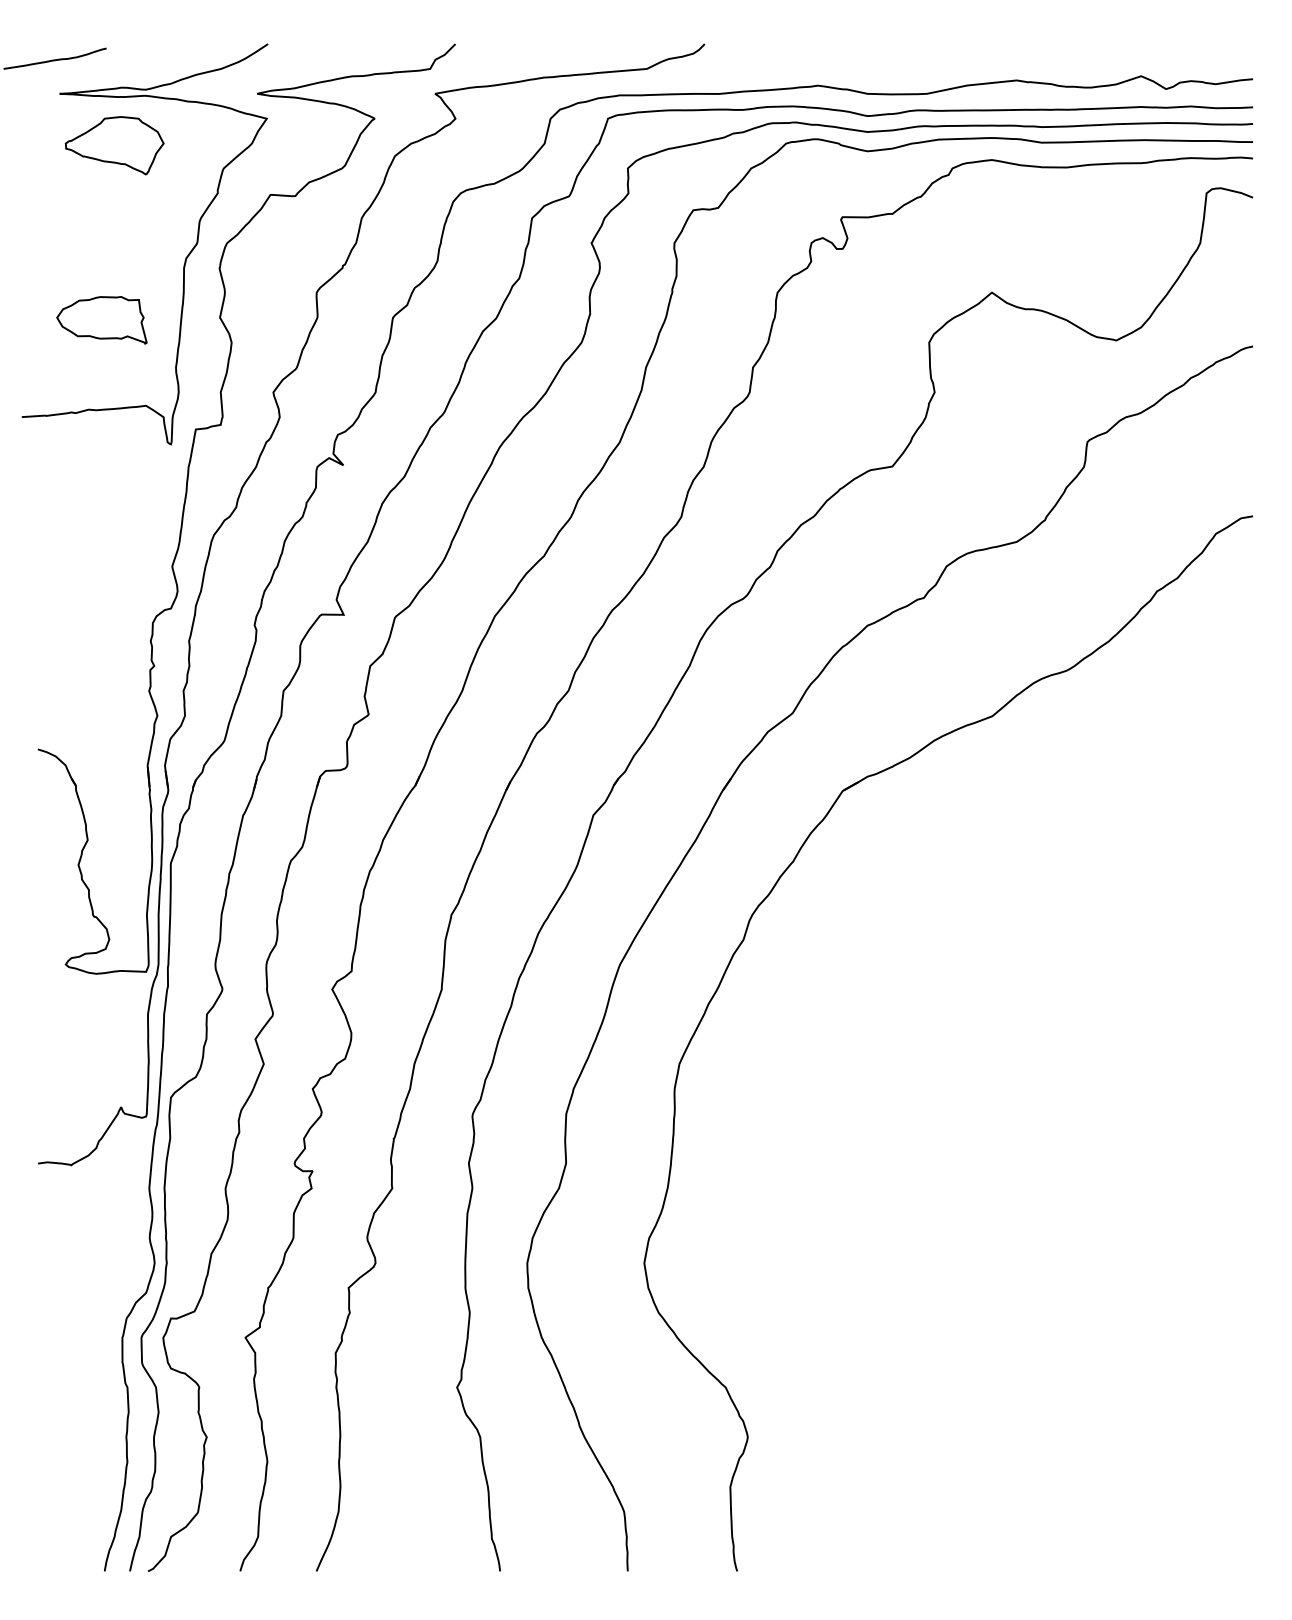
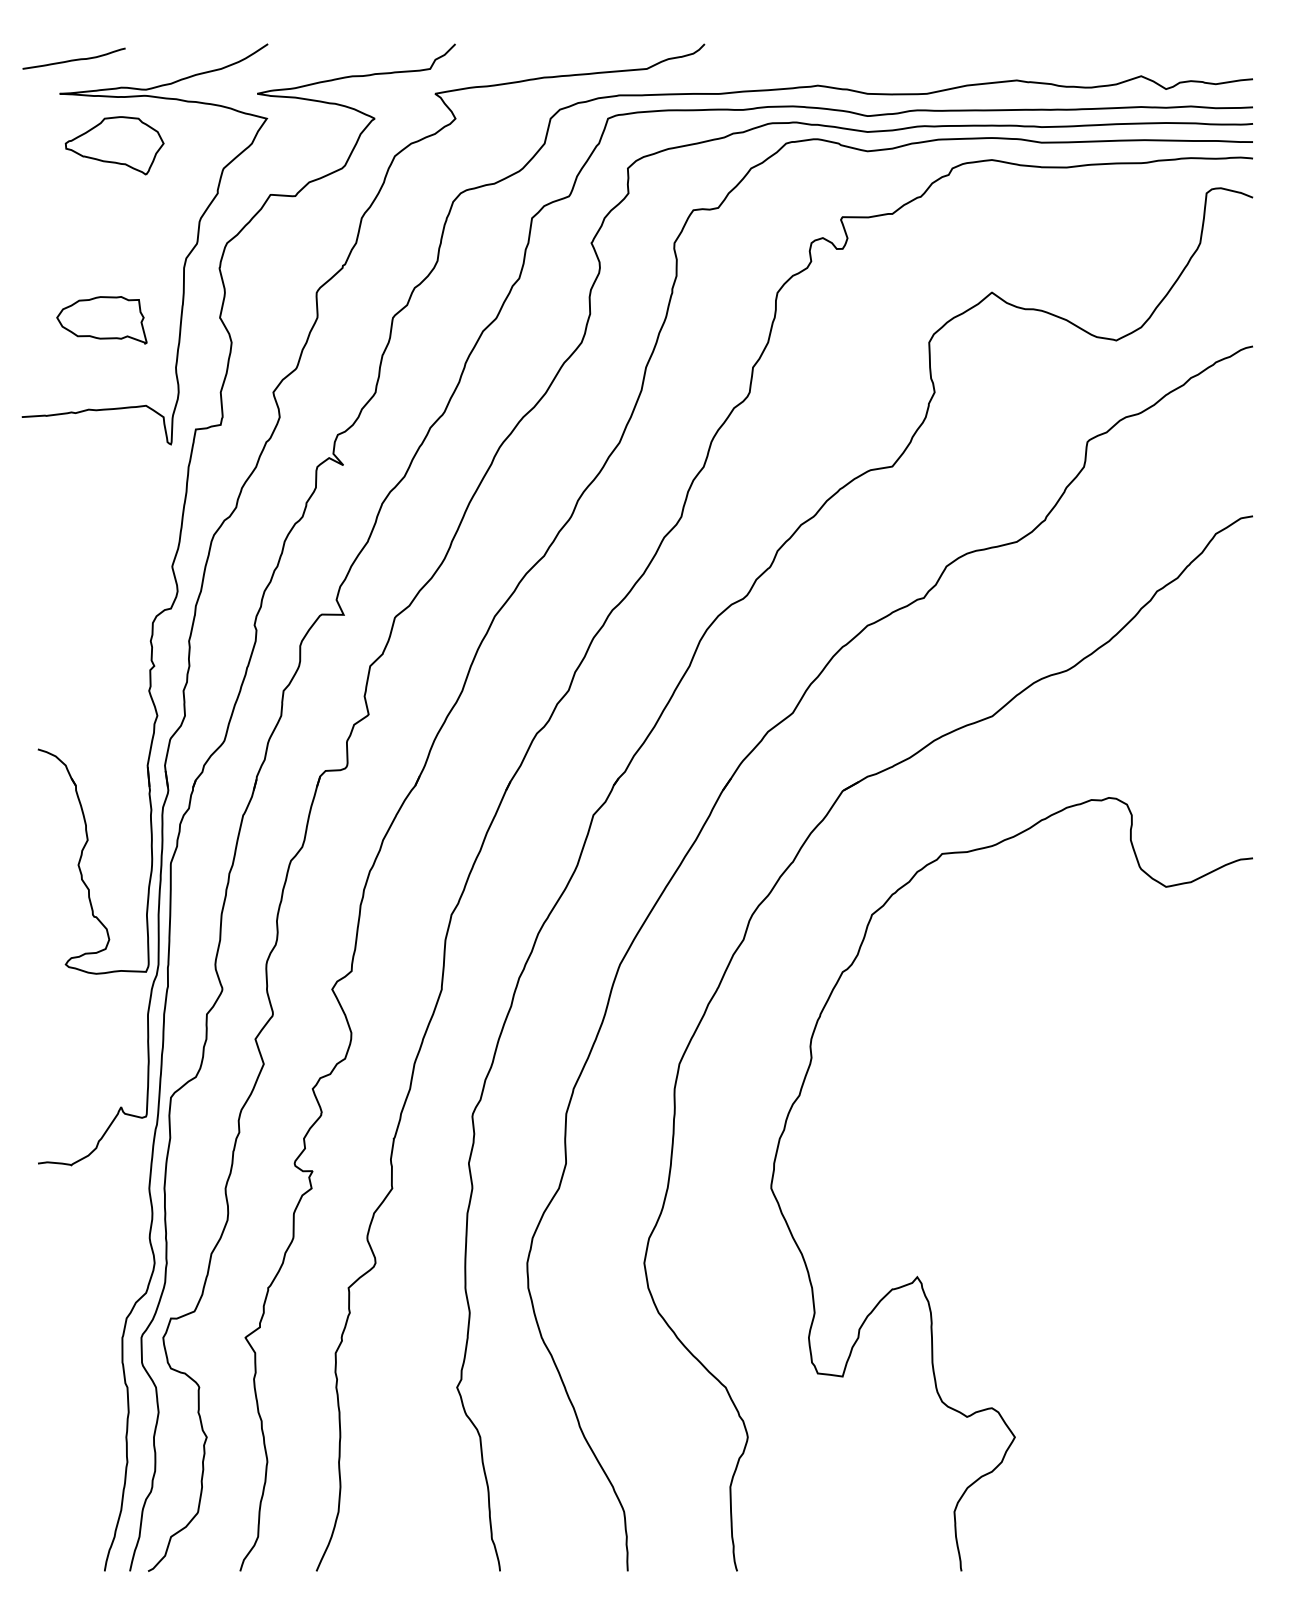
curve at (54, 59) position: (54, 59) -> (73, 59)
curve at (917, 1275): none -> present
